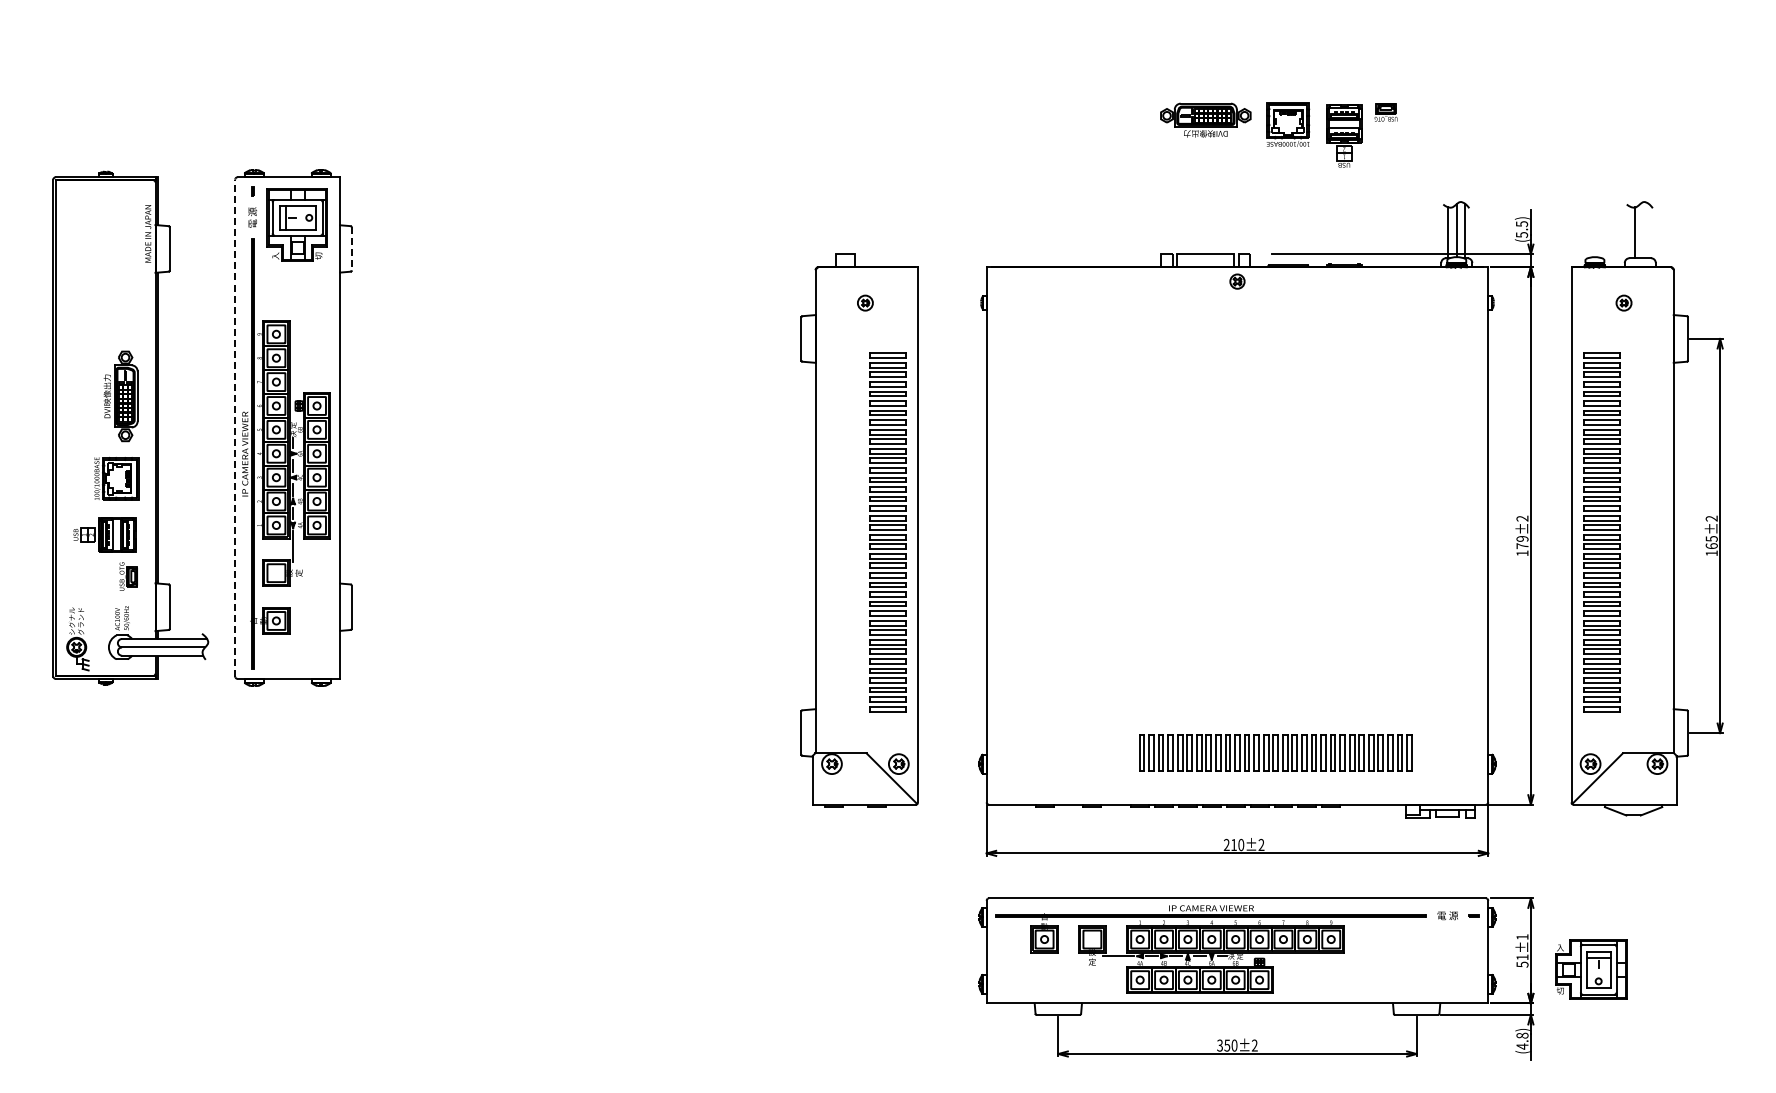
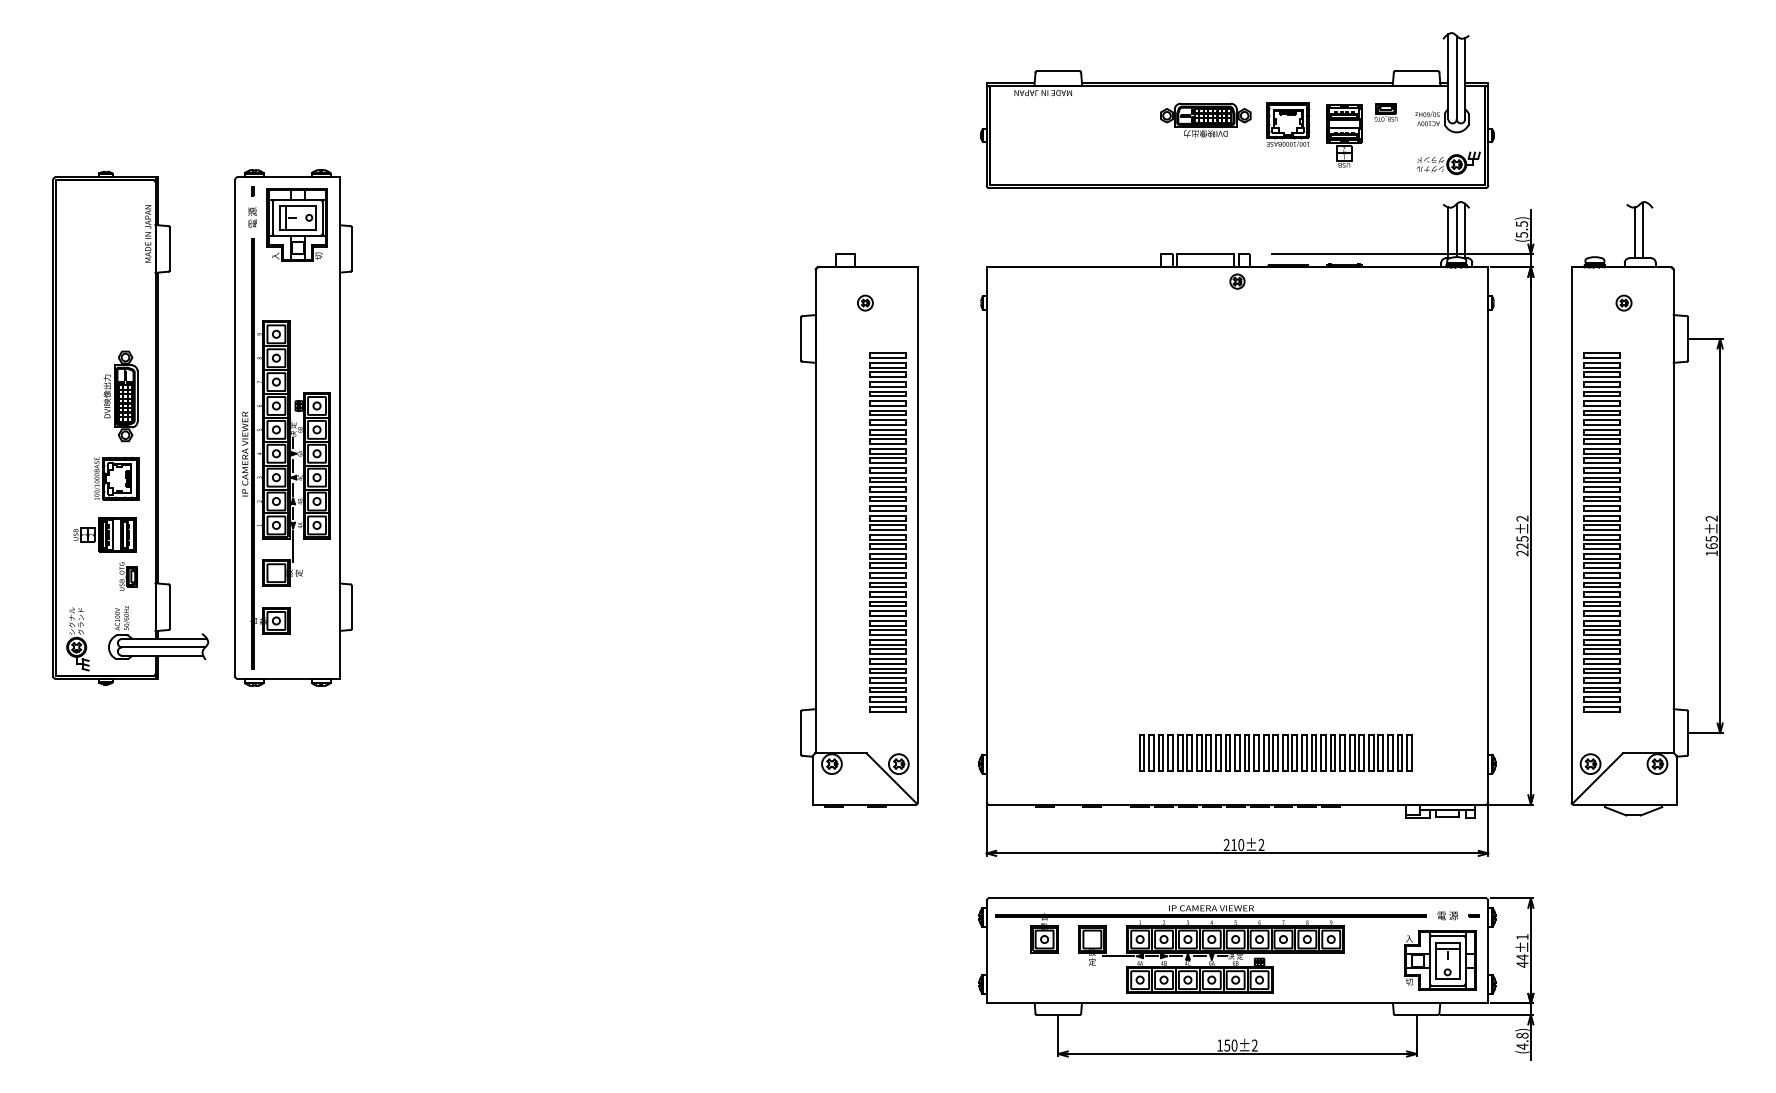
part at (1237, 110): none -> present
line at (1643, 231): none -> present
line at (351, 248): dashed -> solid
line at (235, 427): dashed -> solid
text at (1522, 546): 179±2 -> 225±2
text at (1522, 960): 51±1 -> 44±1
part at (1591, 969) position: (1591, 969) -> (1440, 960)
text at (1219, 1045): 350±2 -> 150±2
